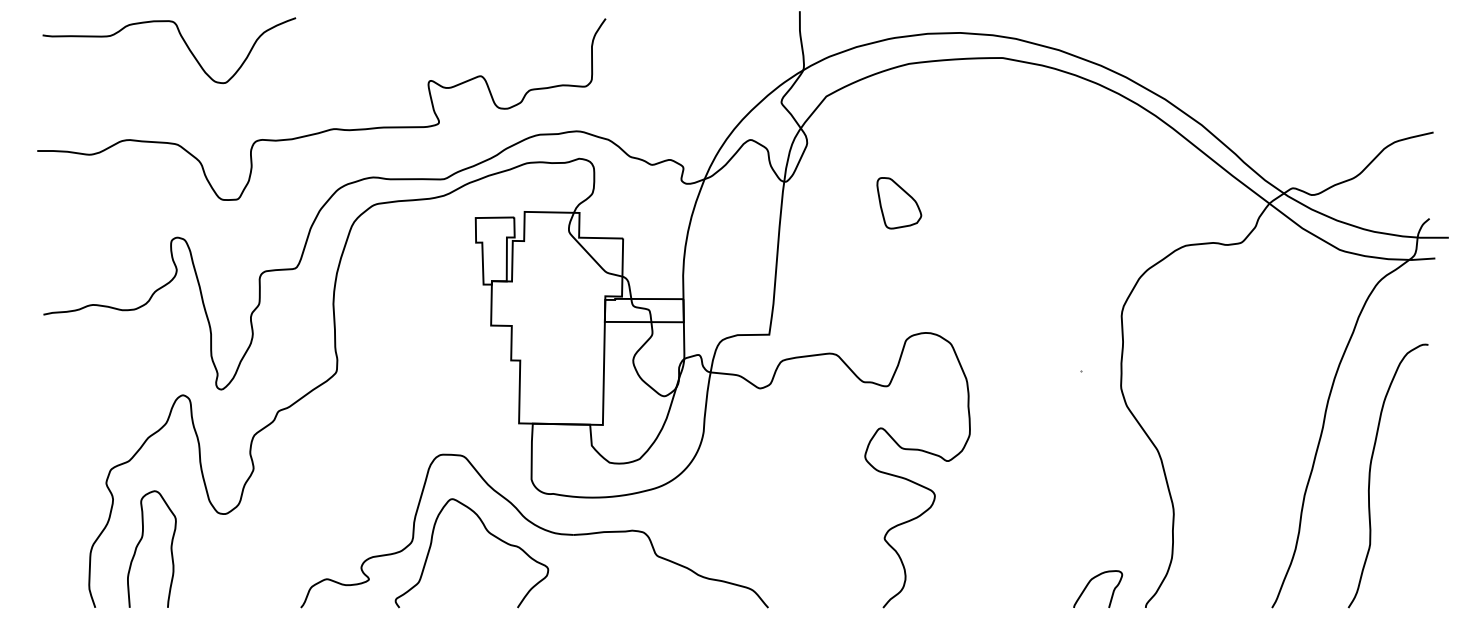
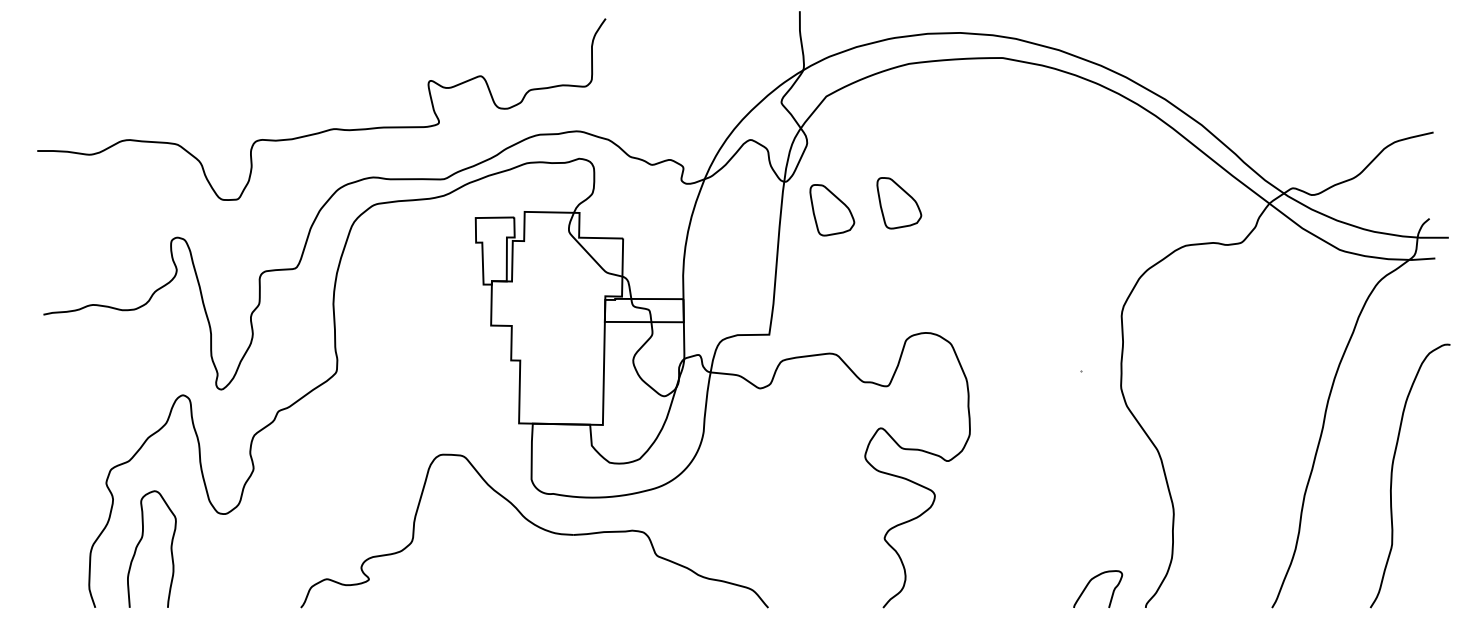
curve at (184, 43): present -> none
part at (832, 210): none -> present
curve at (1370, 475) position: (1370, 475) -> (1392, 475)
curve at (488, 533): present -> none
